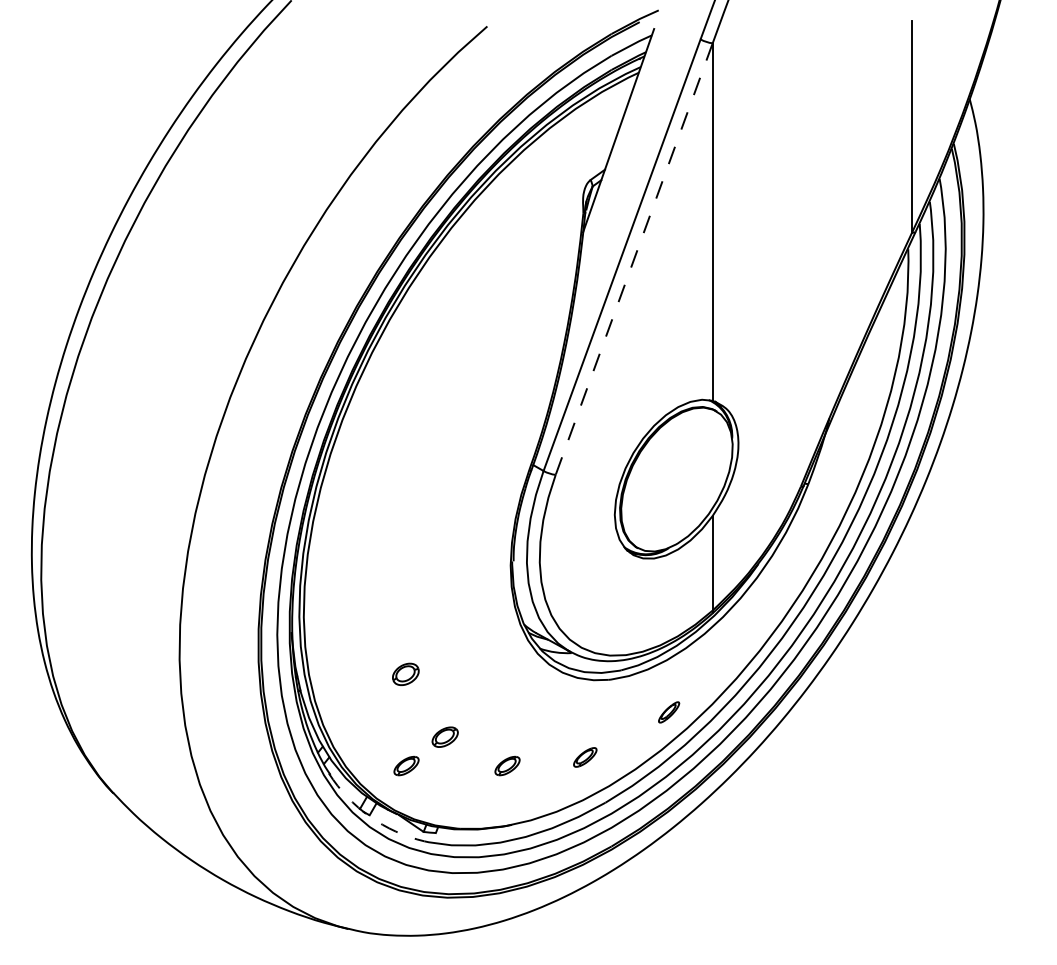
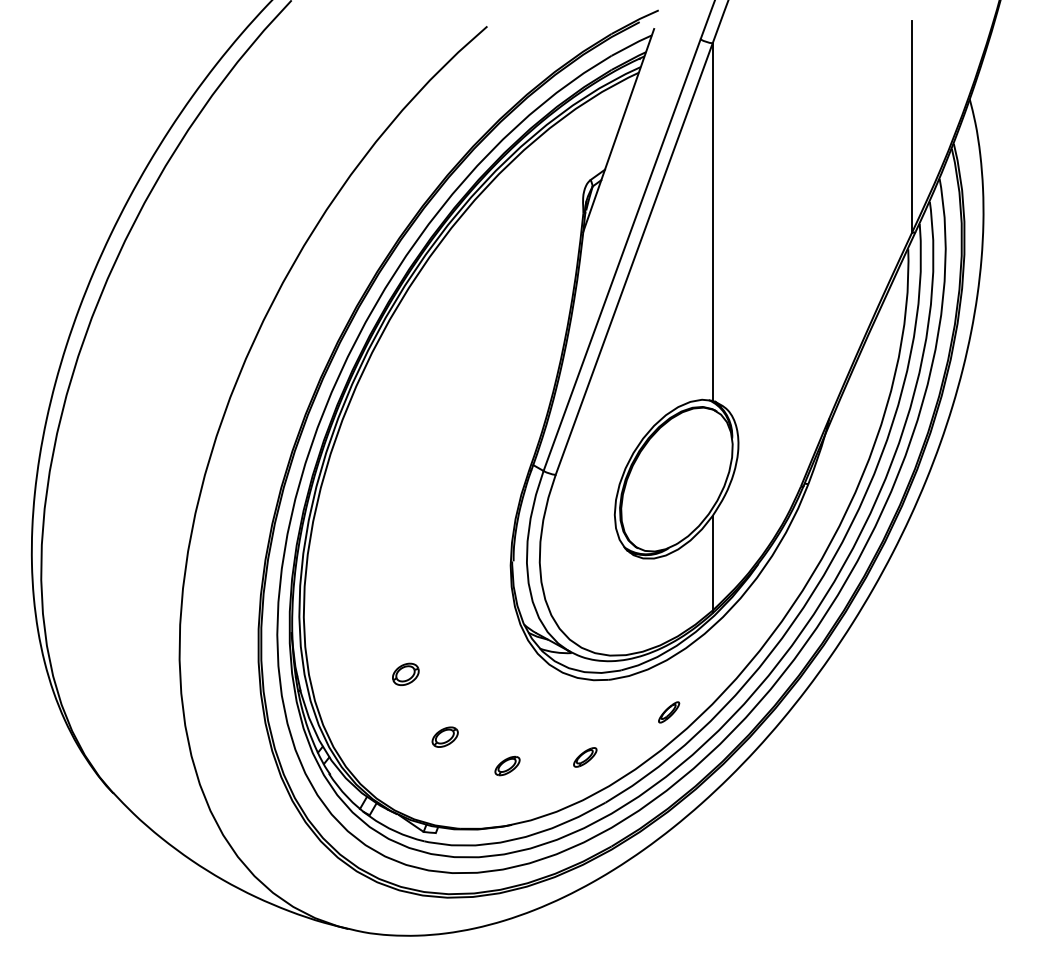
line at (634, 259): dashed -> solid
part at (406, 765): present -> none
arc at (370, 816): dashed -> solid
